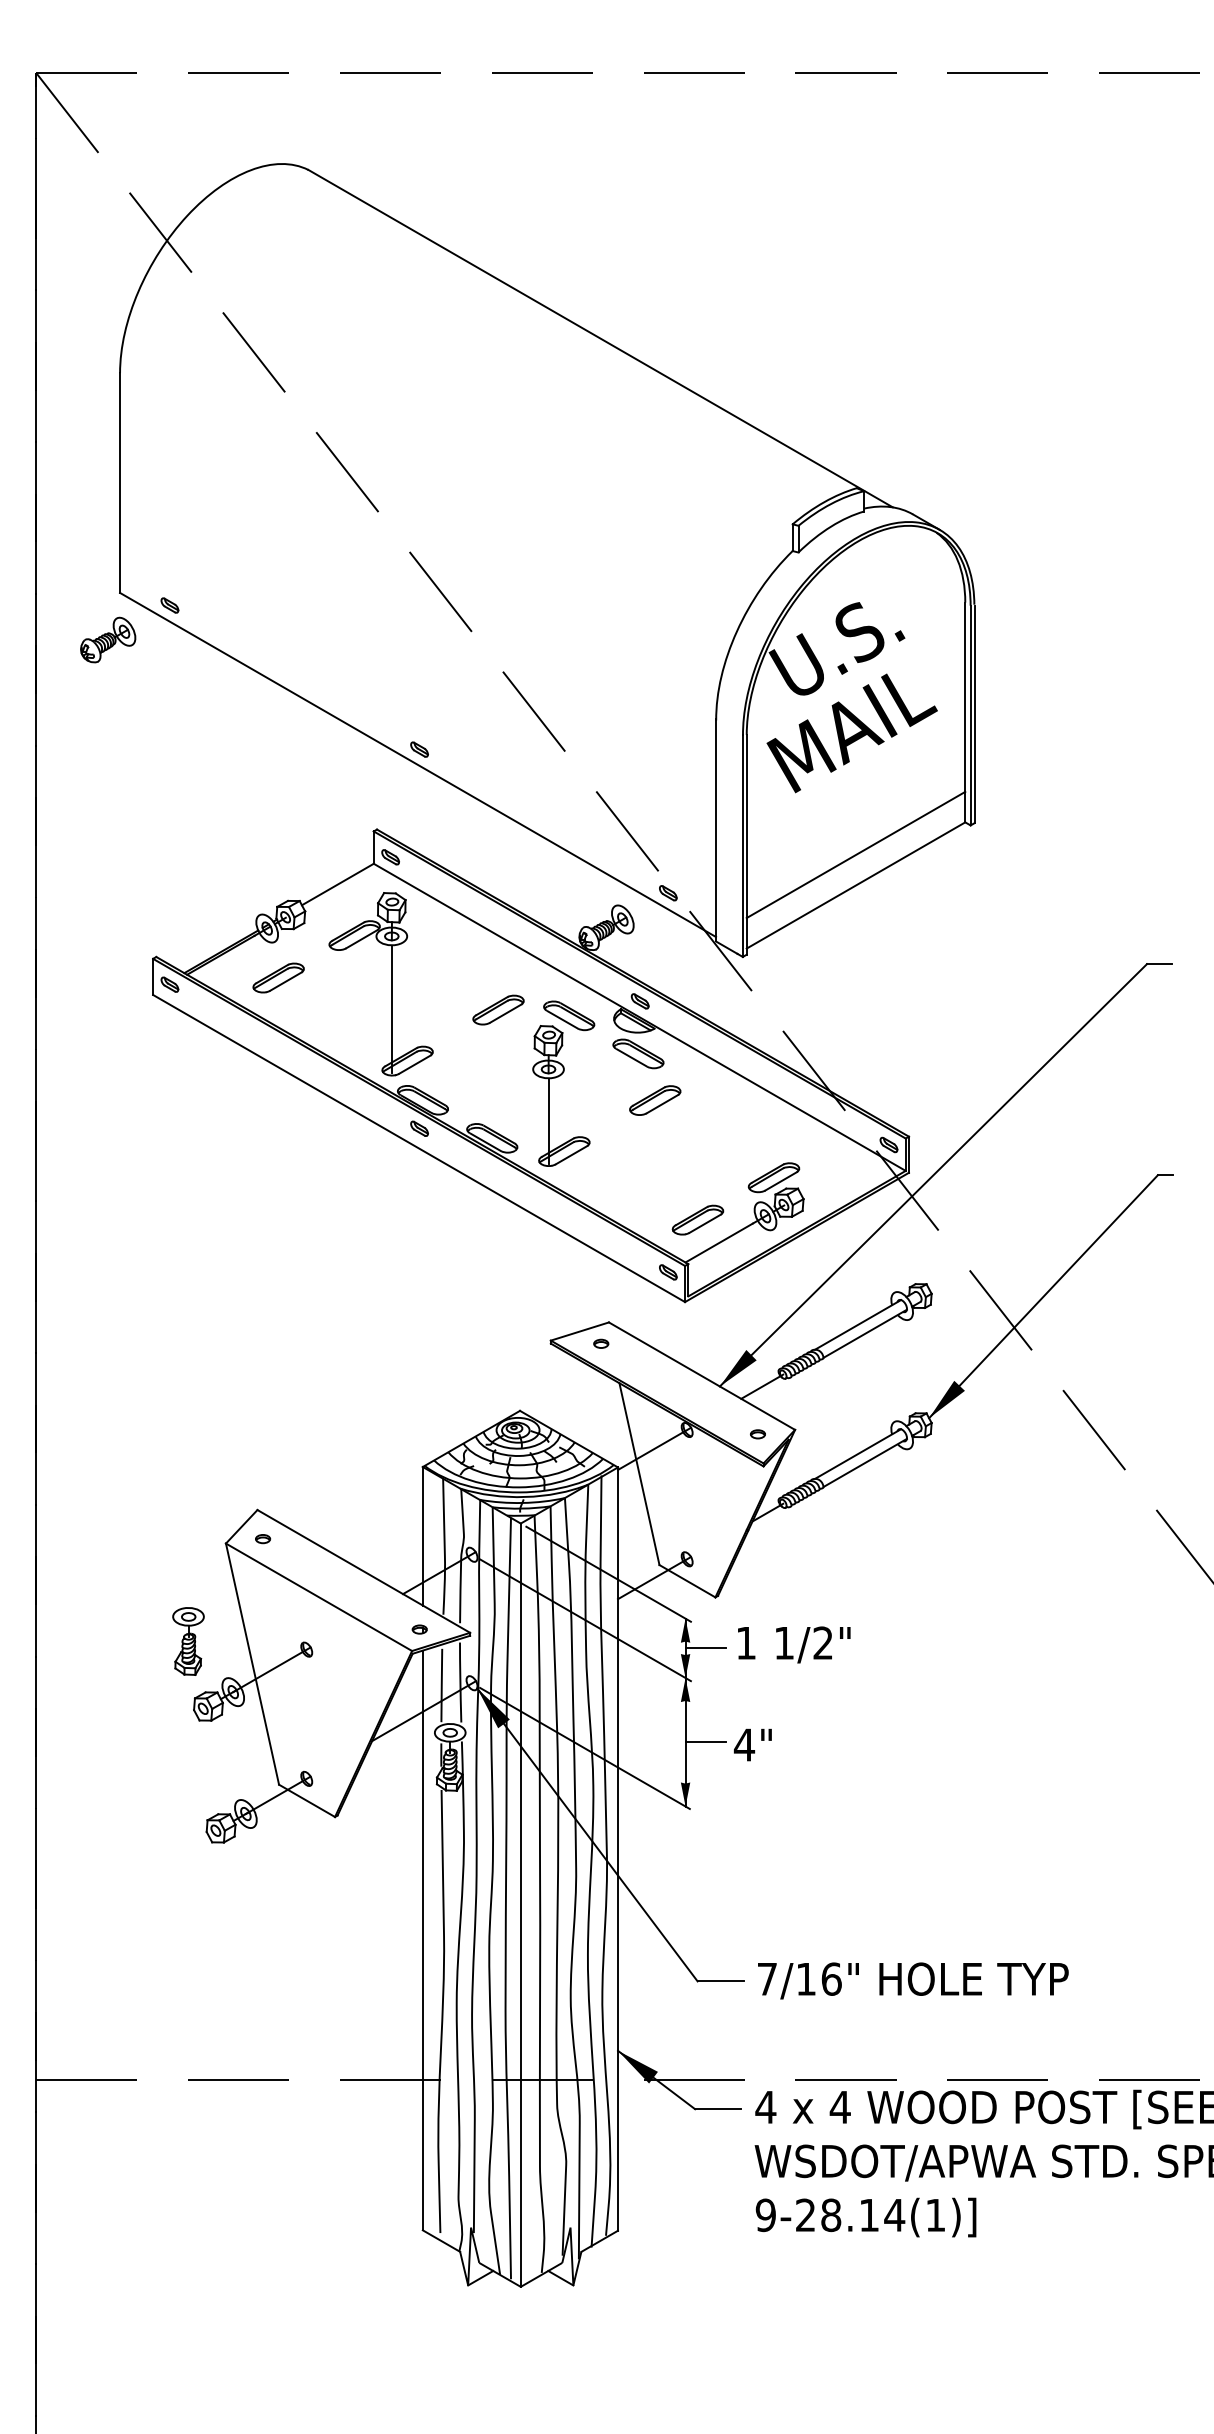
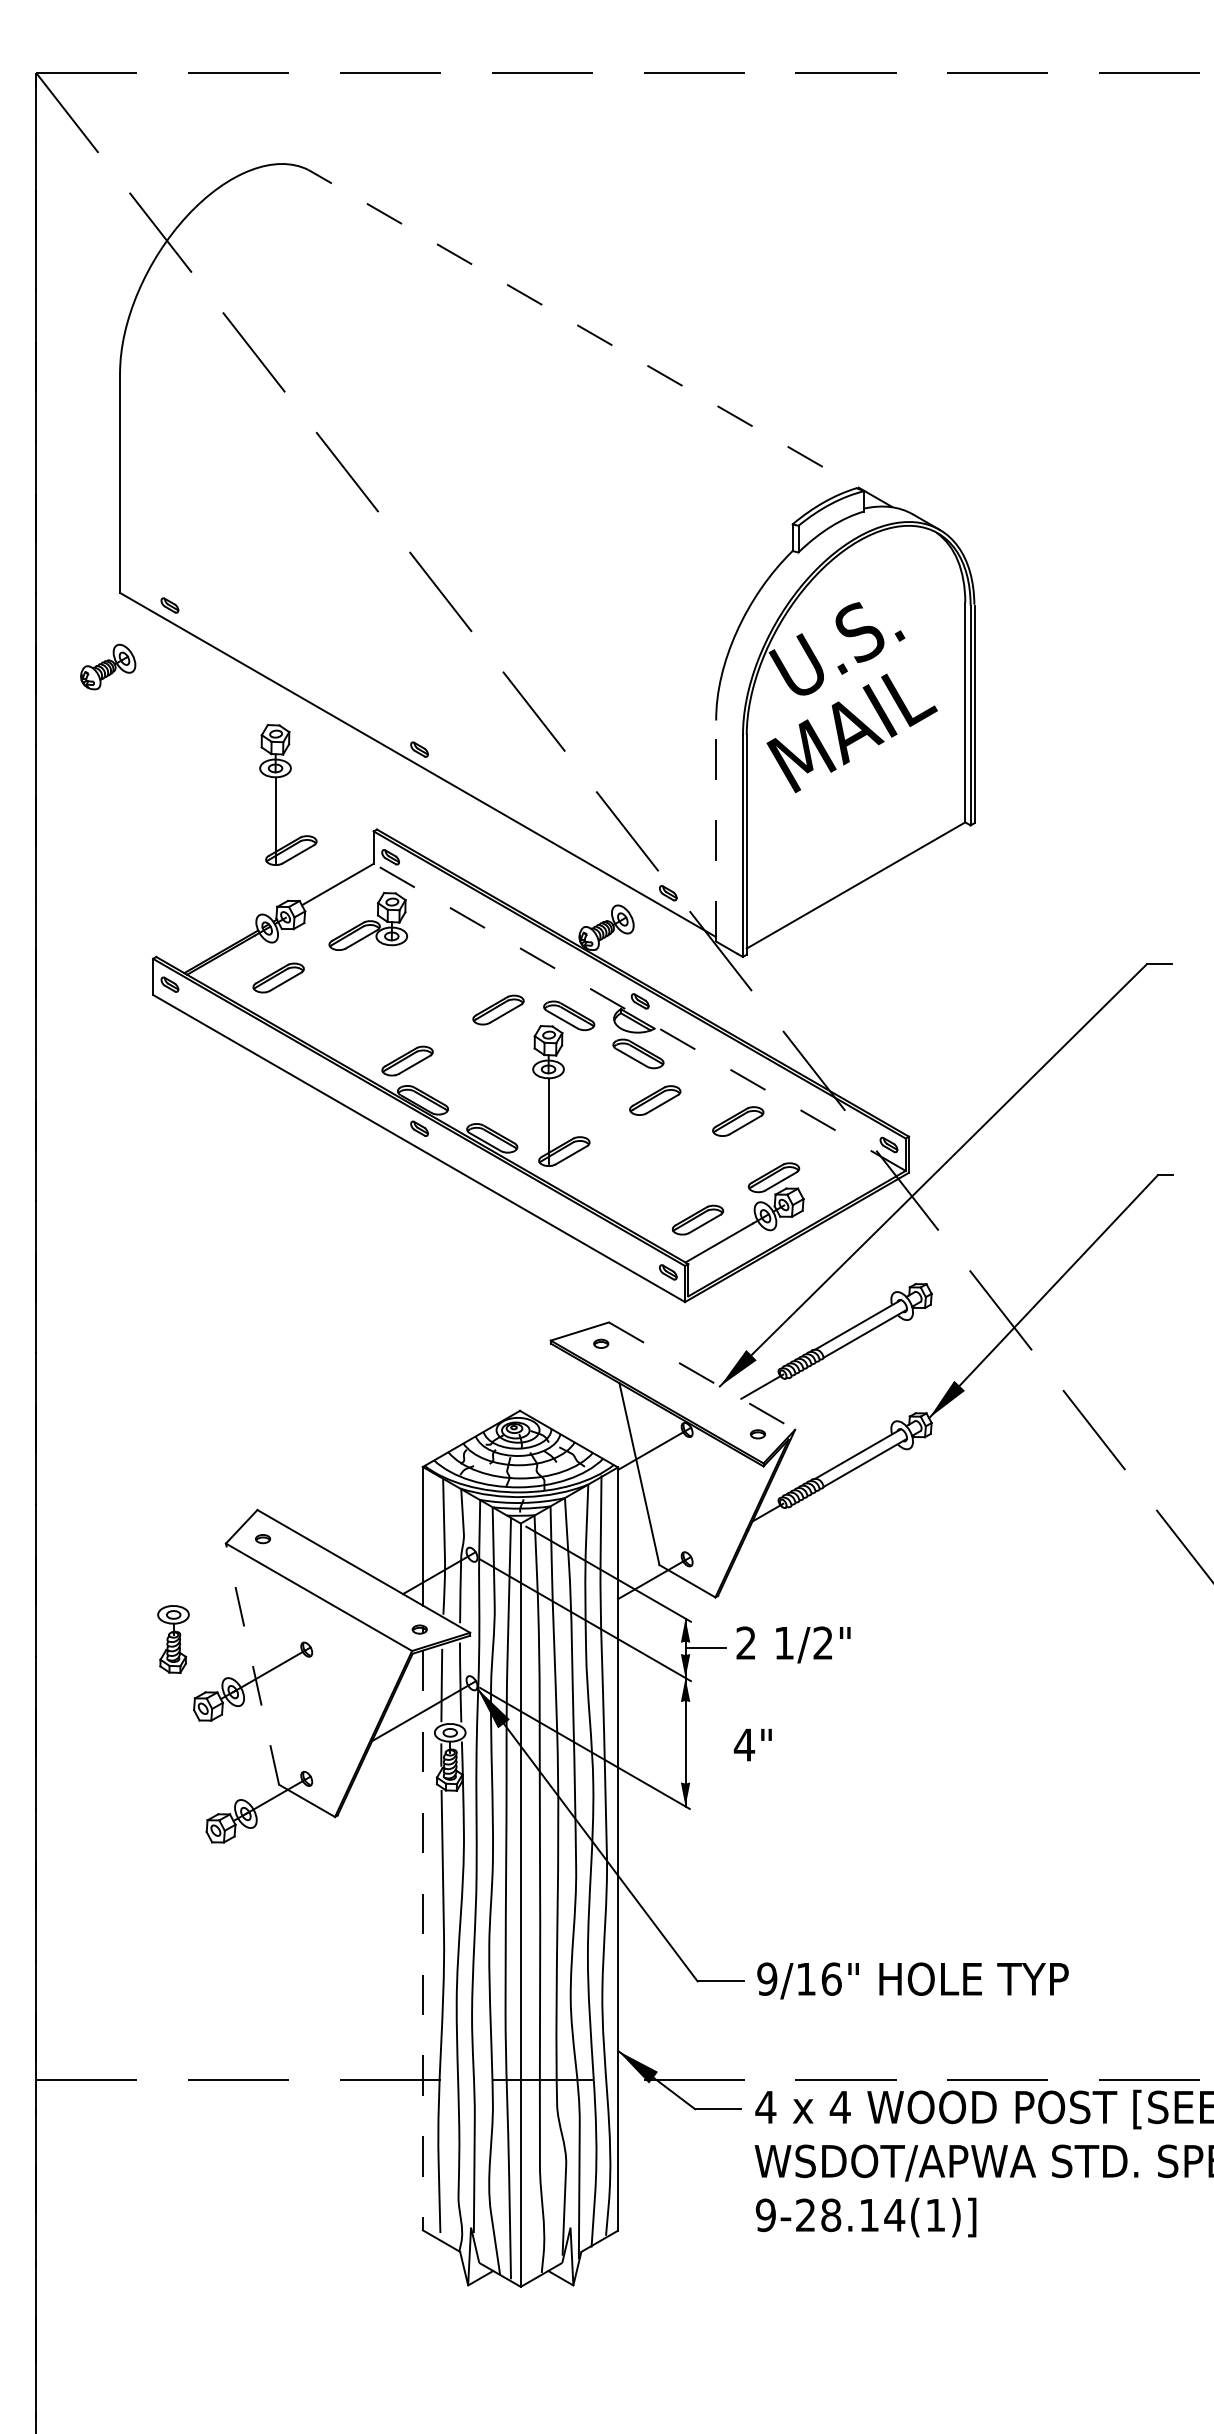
line at (600, 338): solid -> dashed
part at (108, 639) position: (108, 639) -> (108, 666)
part at (276, 794): none -> present
line at (716, 830): solid -> dashed
line at (855, 854): present -> none
line at (391, 1009): present -> none
line at (639, 1017): solid -> dashed
part at (738, 1121): none -> present
line at (702, 1376): solid -> dashed
part at (188, 1641) position: (188, 1641) -> (173, 1639)
text at (745, 1642): 1 -> 2
line at (252, 1663): solid -> dashed
line at (705, 1742): present -> none
line at (422, 1940): solid -> dashed
text at (767, 1978): 7/16" -> 9/16"
